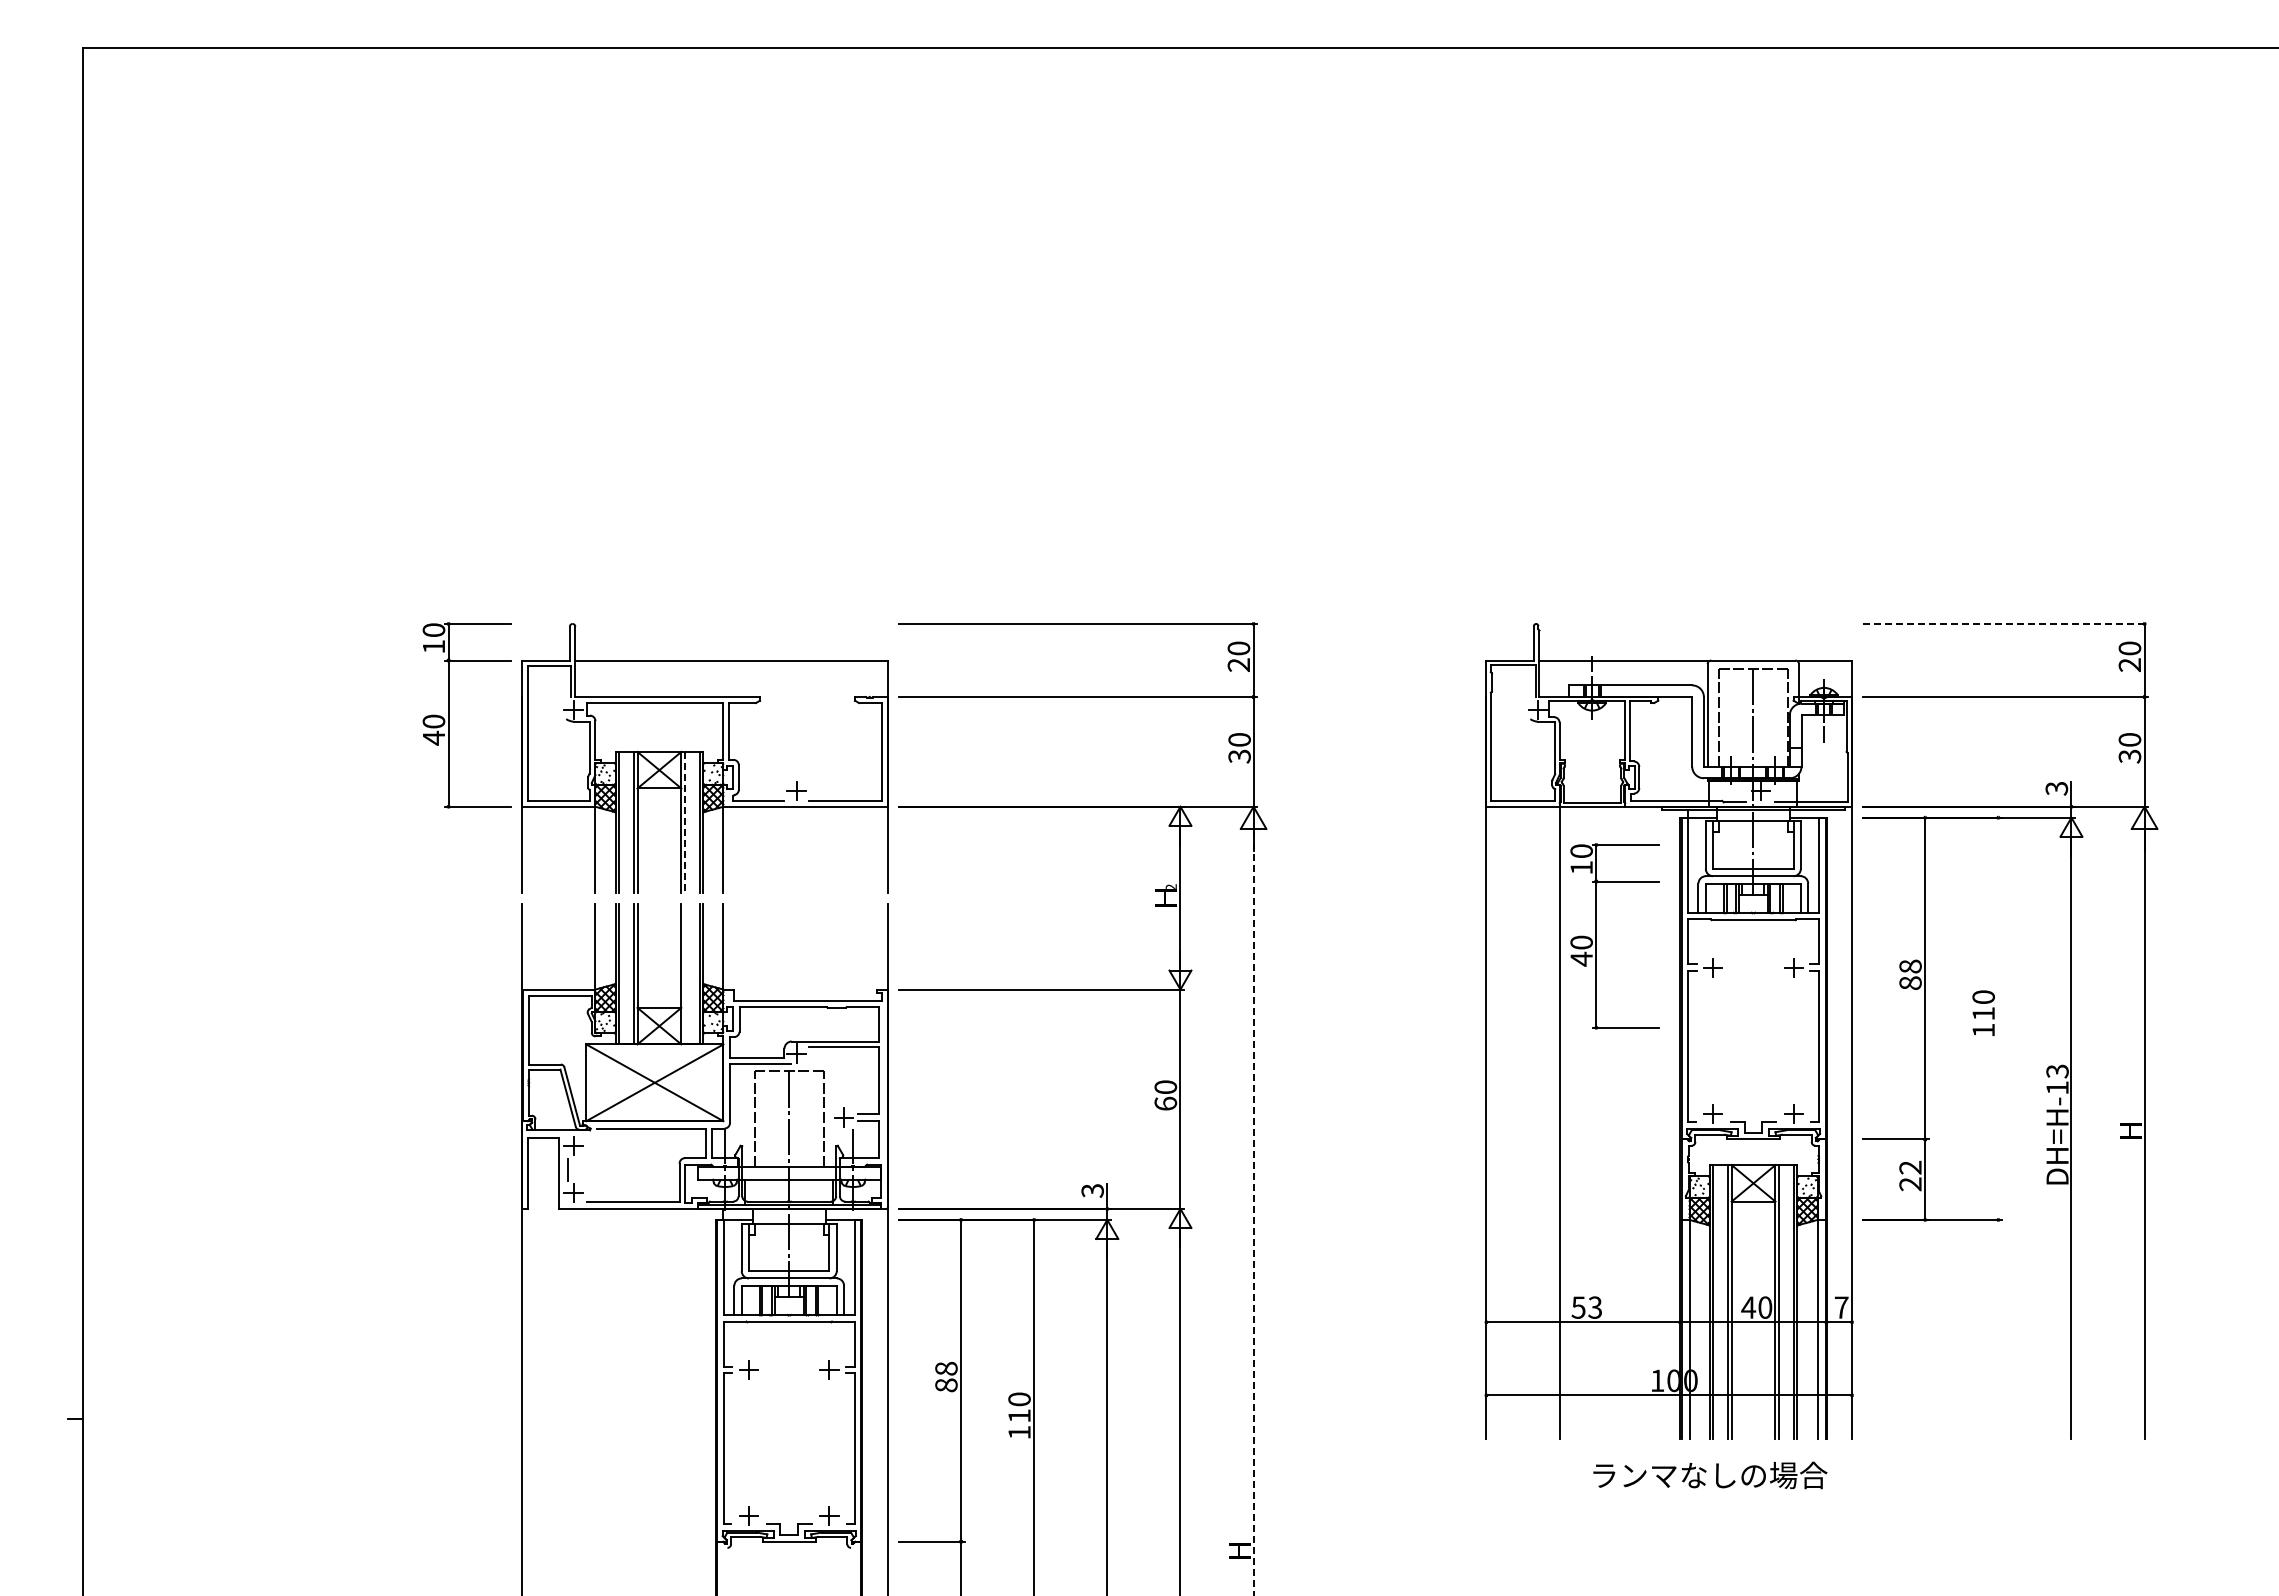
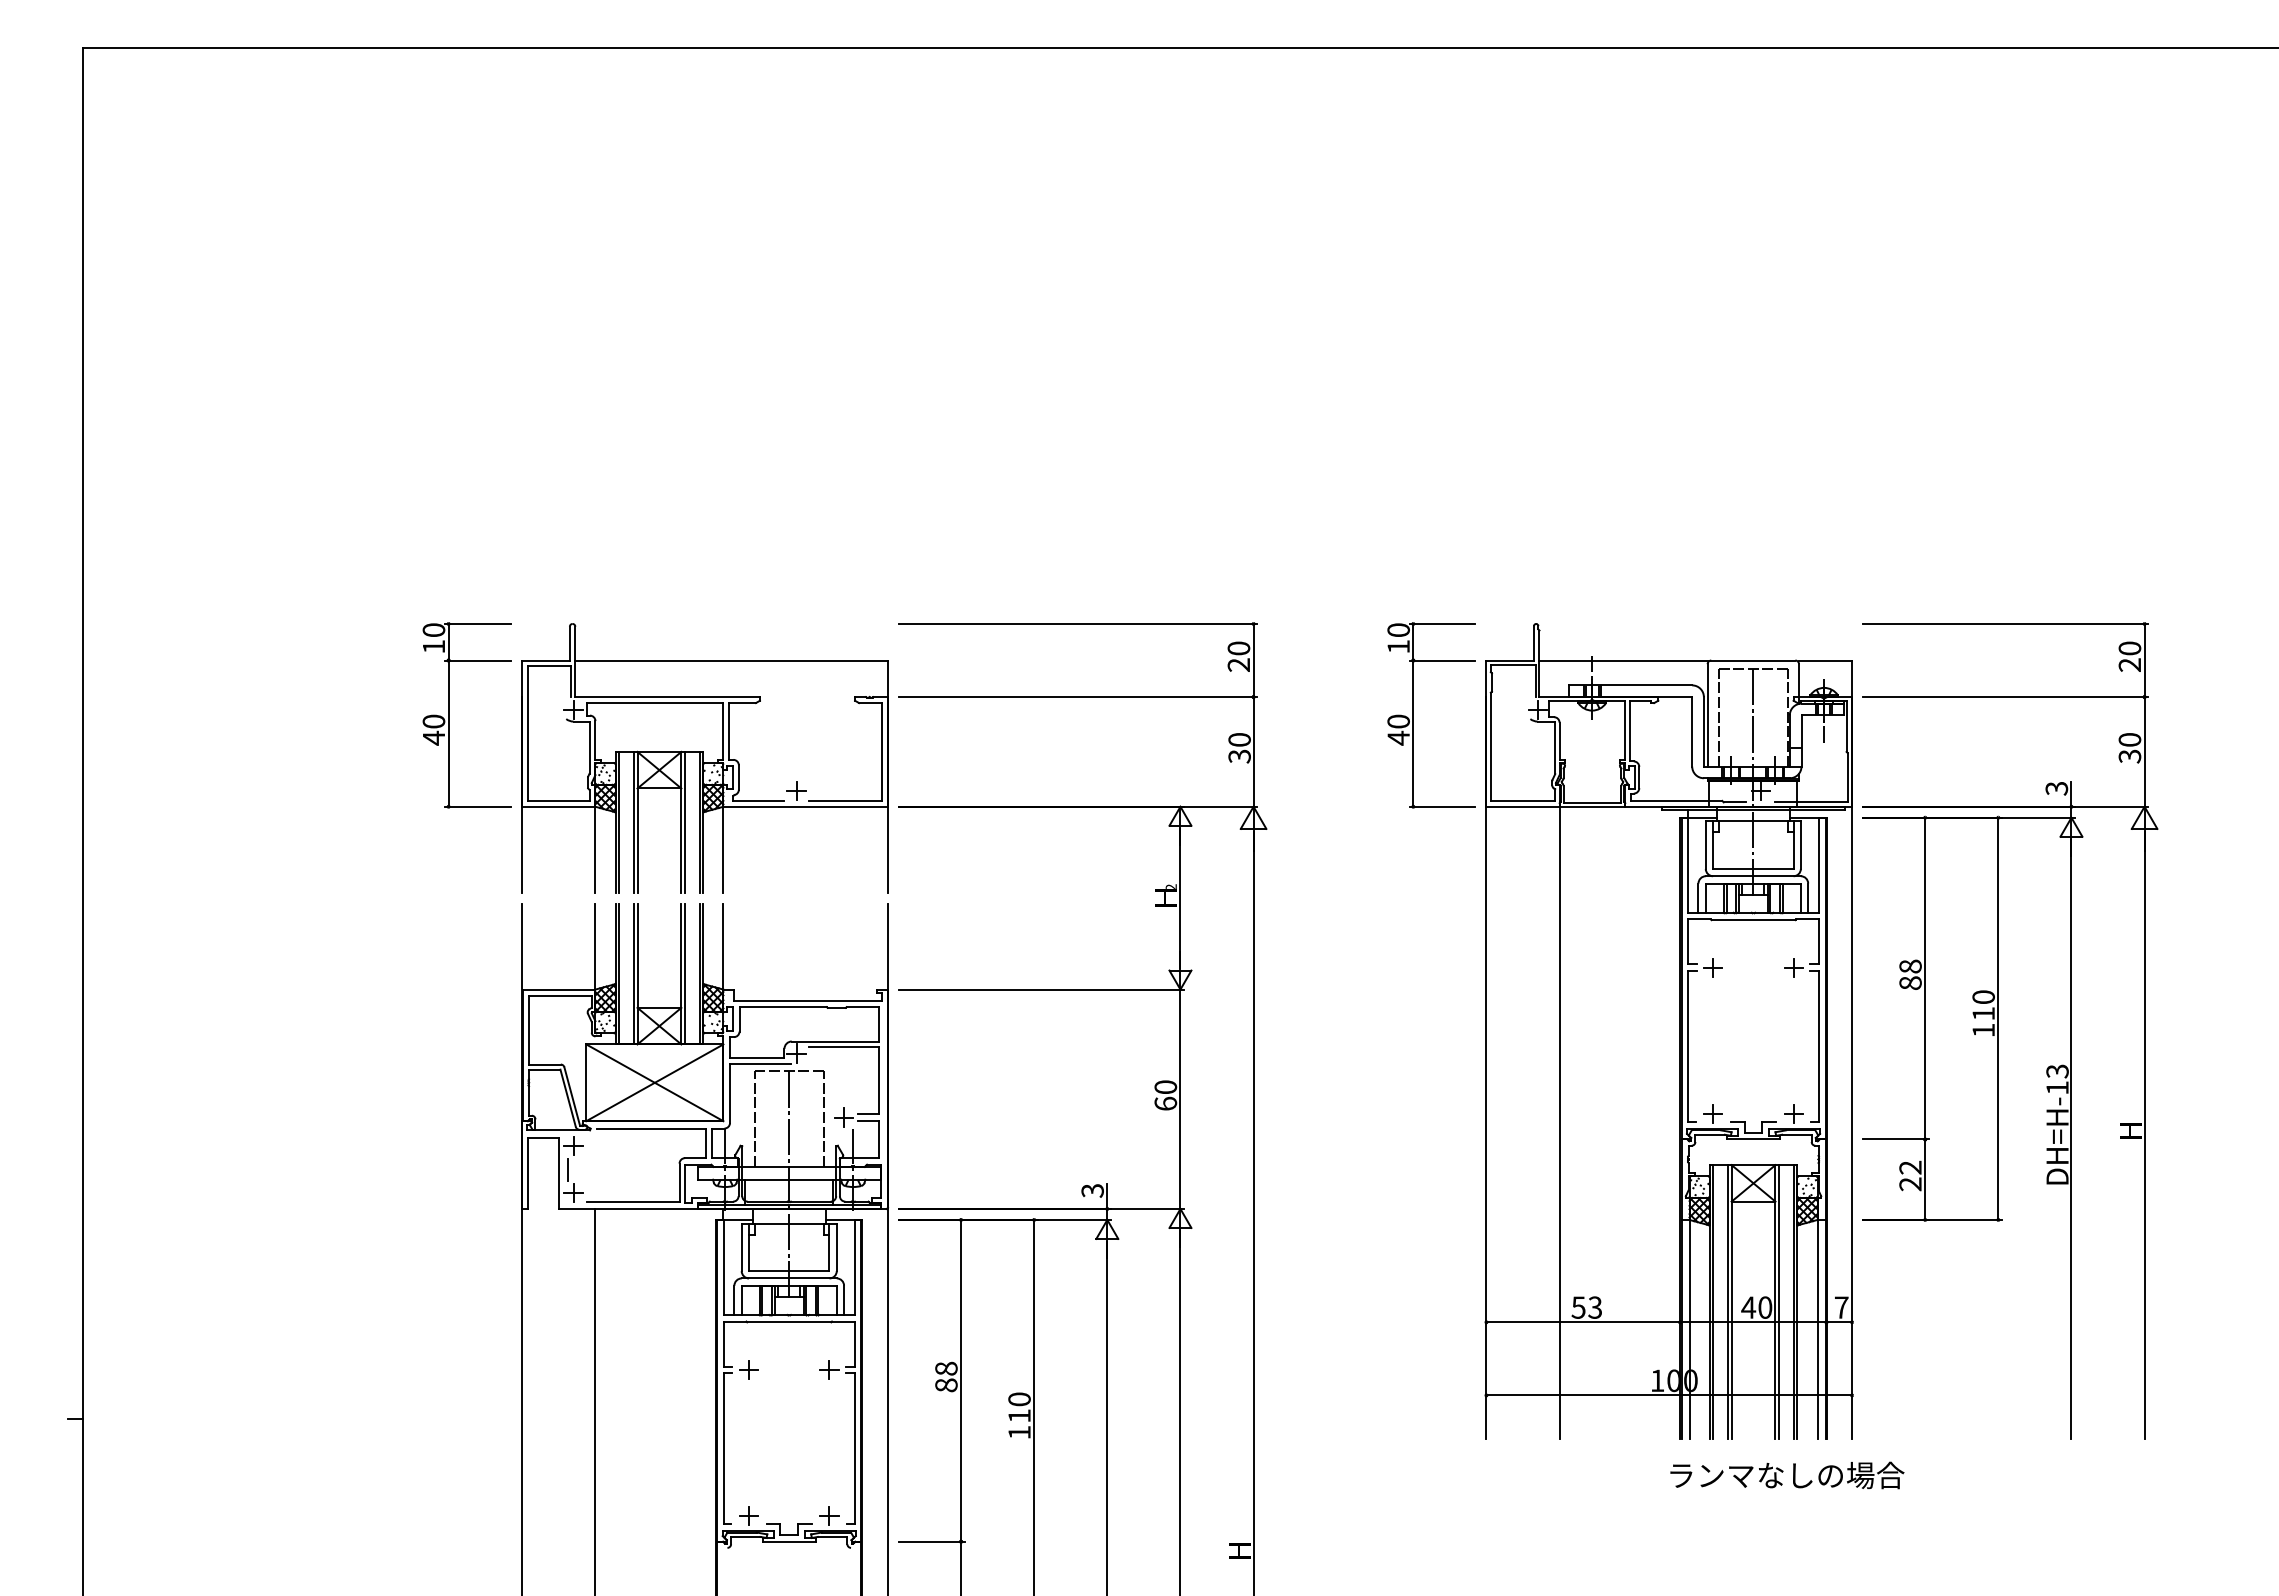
line at (2005, 623): dashed -> solid
line at (685, 822): dashed -> solid
part at (1596, 936) position: (1596, 936) -> (1413, 715)
line at (685, 973): none -> present
line at (1998, 1018): none -> present
line at (1253, 1214): dashed -> solid
line at (595, 1400): none -> present
text at (1710, 1475) position: (1710, 1475) -> (1787, 1475)
